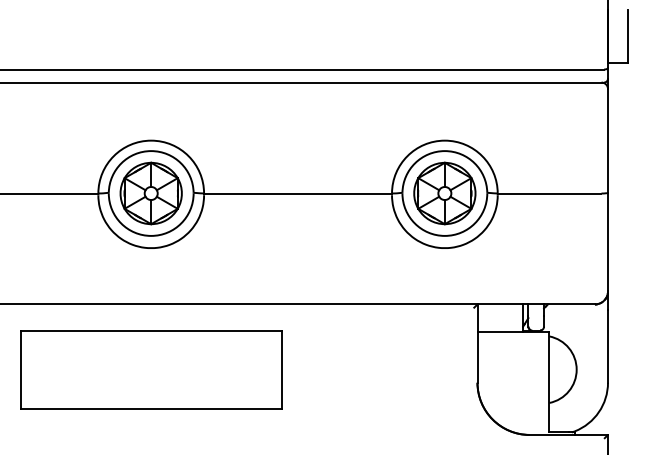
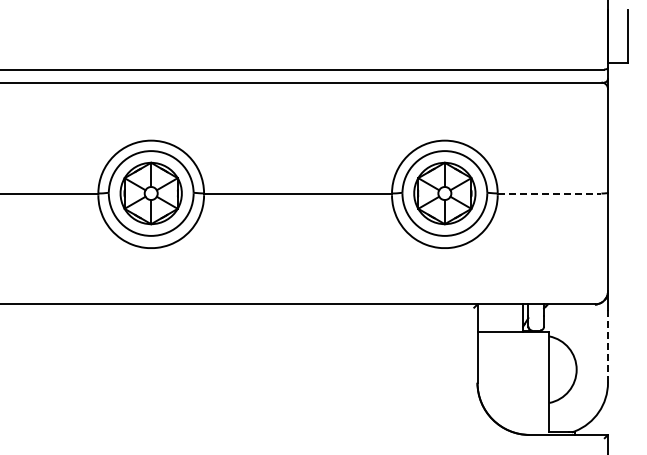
line at (549, 193): solid -> dashed
line at (608, 345): solid -> dashed
part at (151, 369): present -> none
